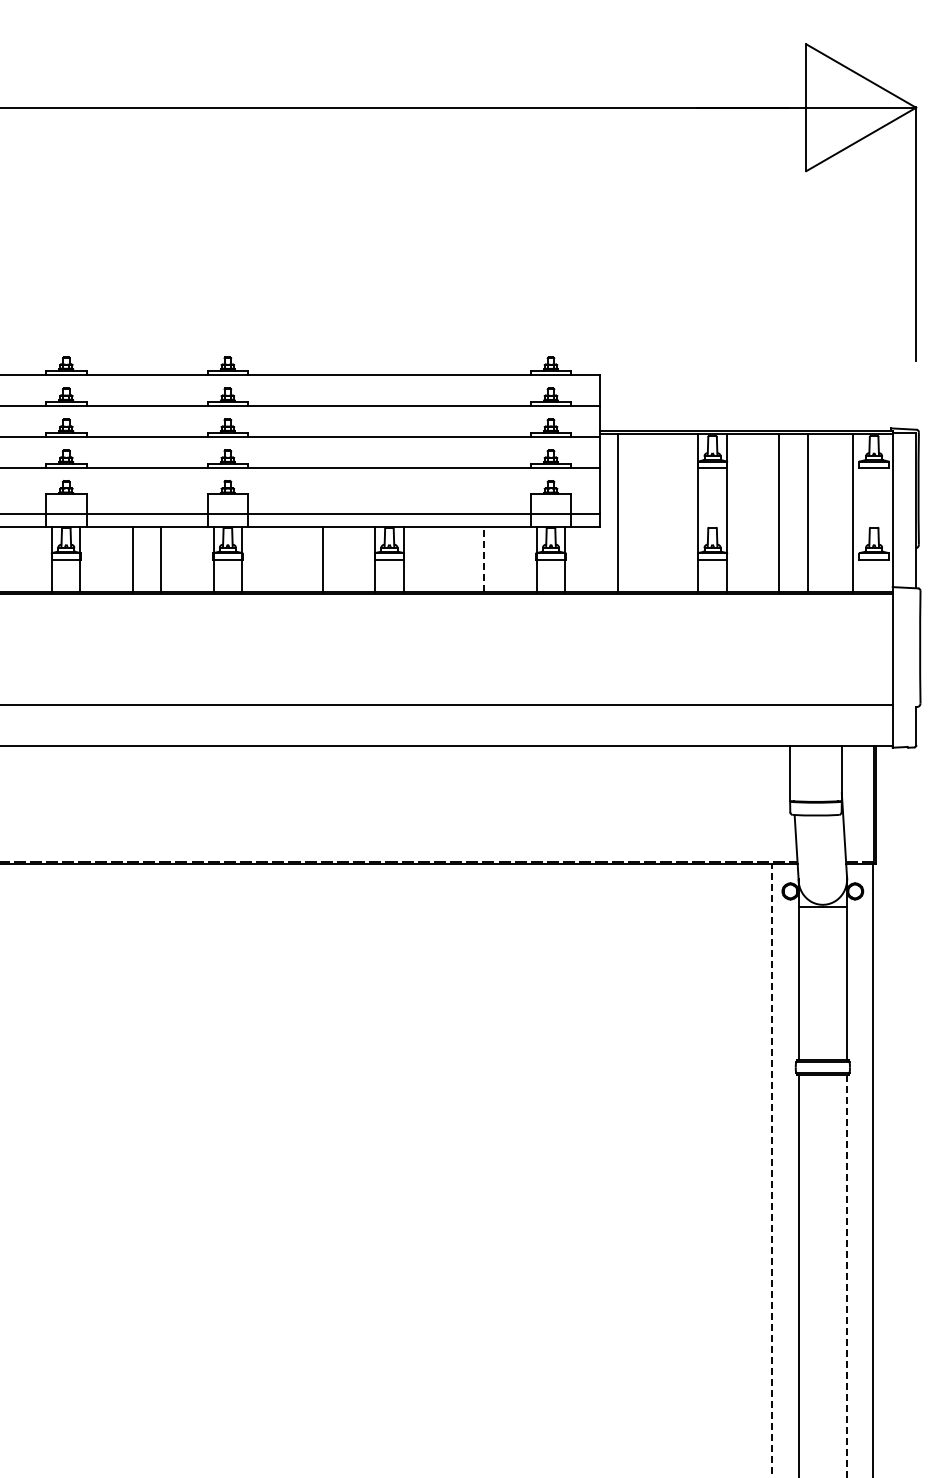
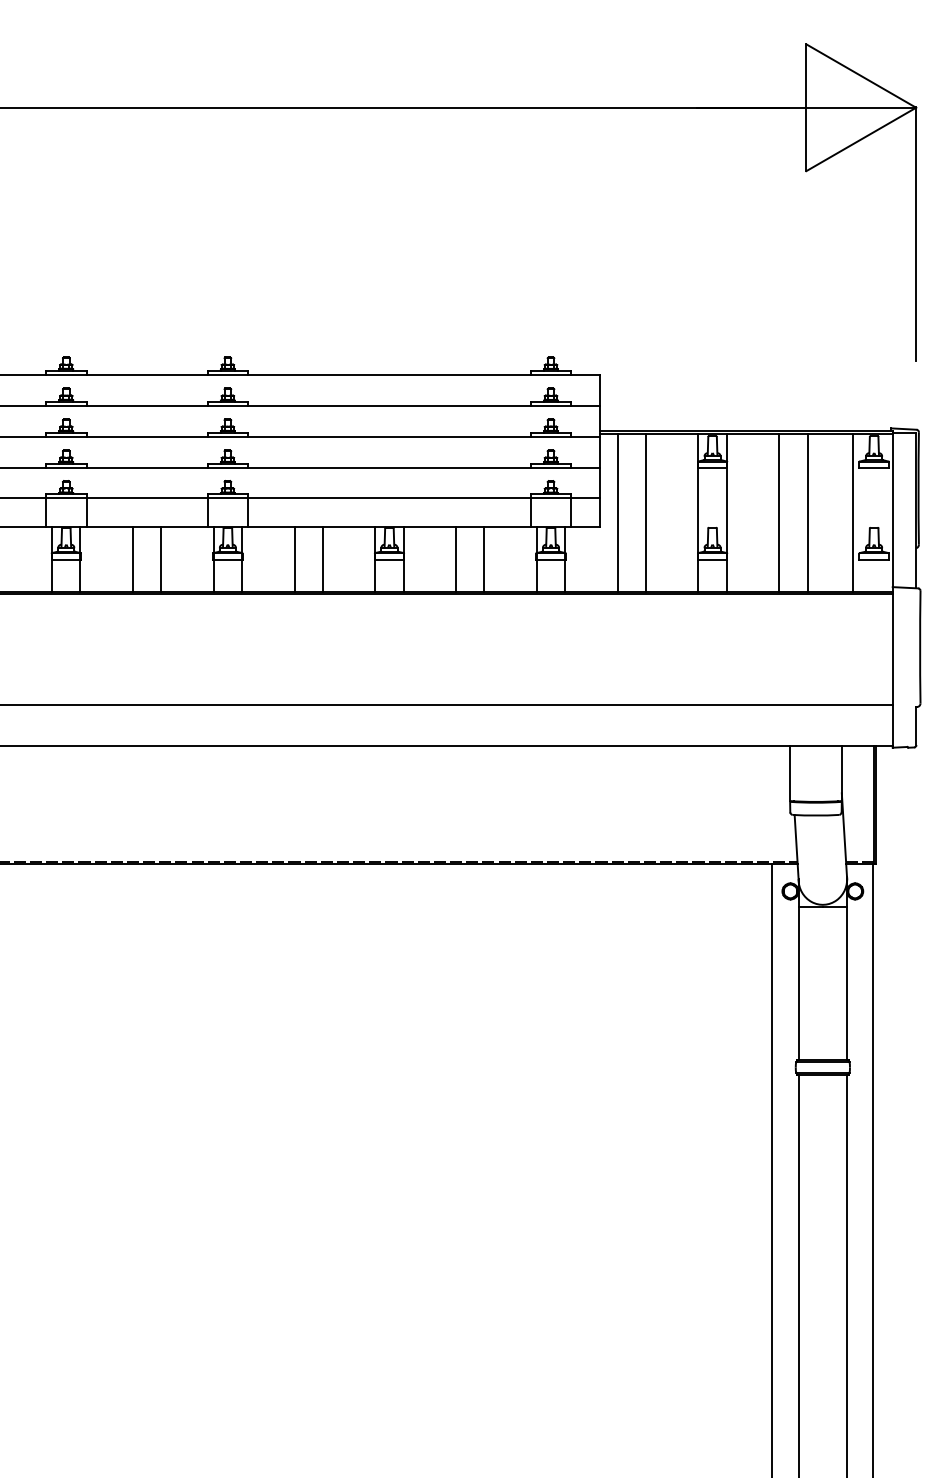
line at (645, 512): none -> present
line at (301, 514) position: (301, 514) -> (301, 498)
line at (294, 559): none -> present
line at (456, 559): none -> present
line at (484, 559): dashed -> solid
line at (772, 1170): dashed -> solid
line at (847, 1276): dashed -> solid
